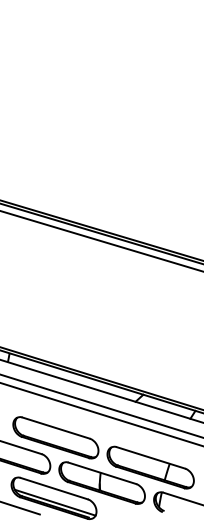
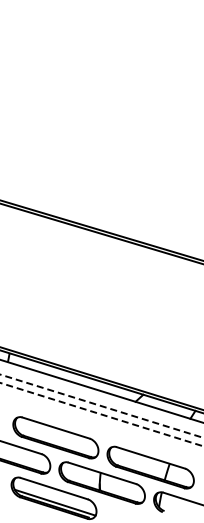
line at (101, 240): present -> none
line at (102, 406): solid -> dashed
line at (101, 414): solid -> dashed
line at (20, 508): present -> none
